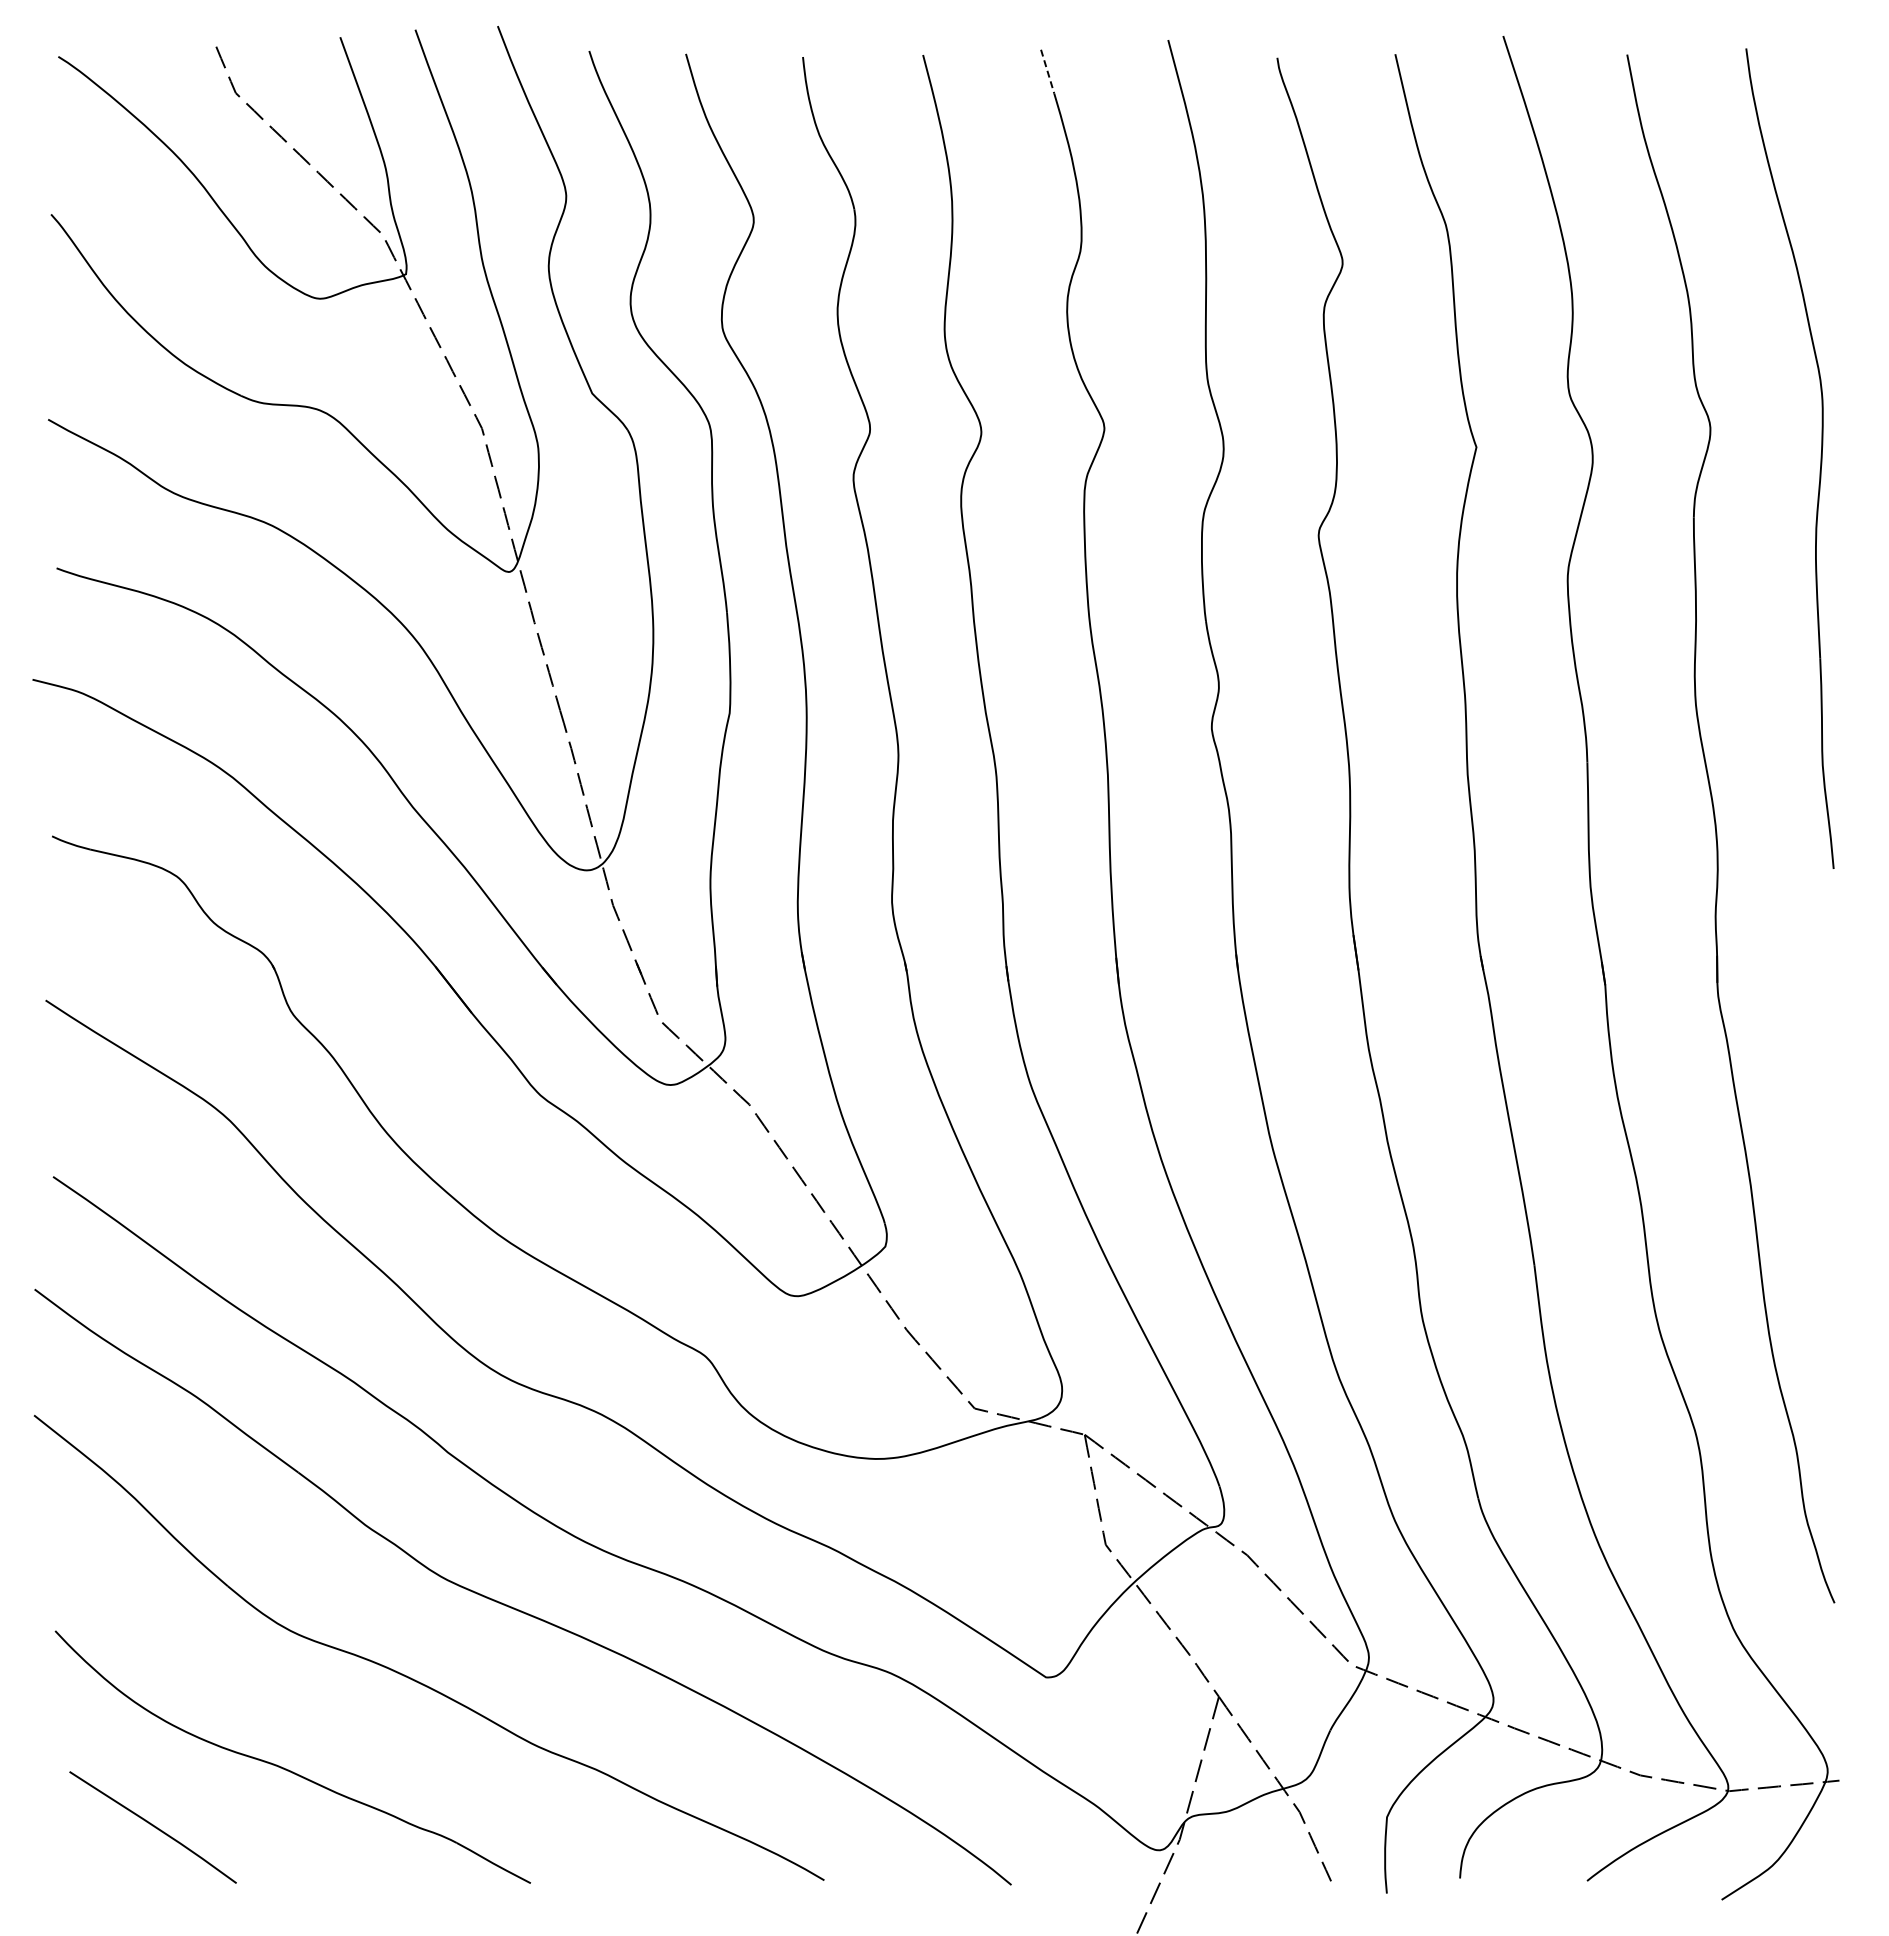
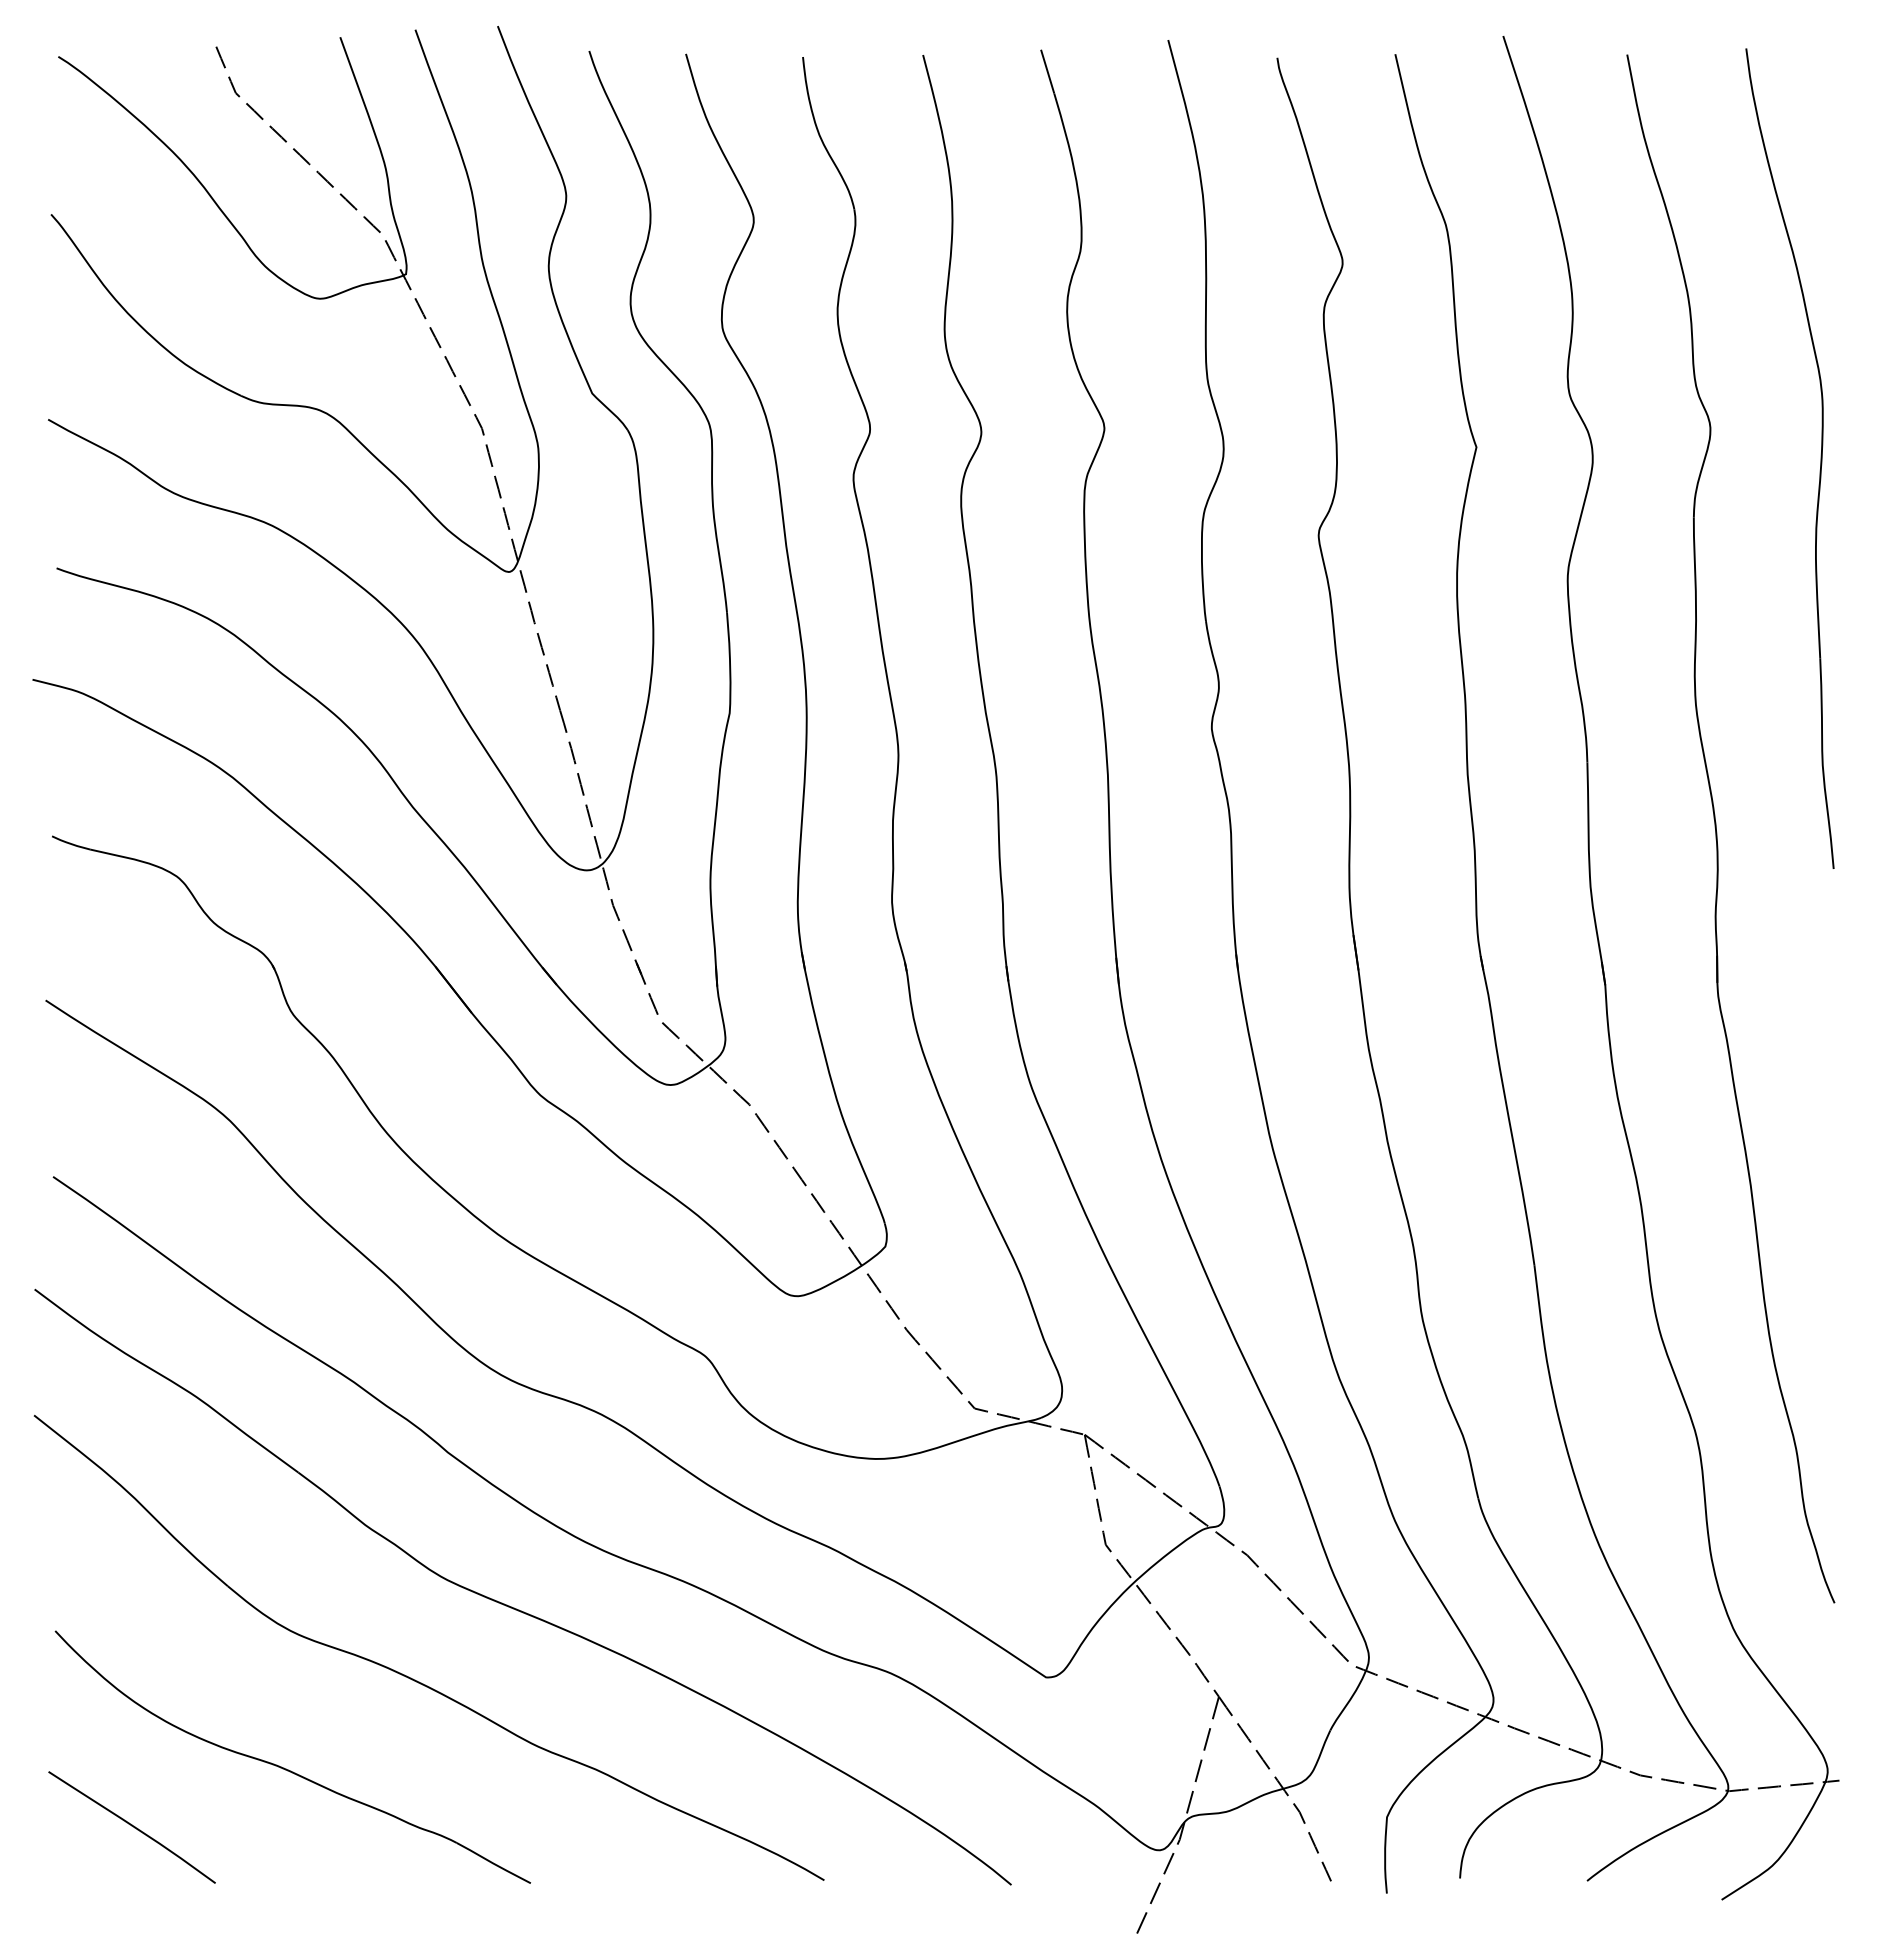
line at (1047, 71): dashed -> solid
curve at (152, 1826) position: (152, 1826) -> (131, 1826)
